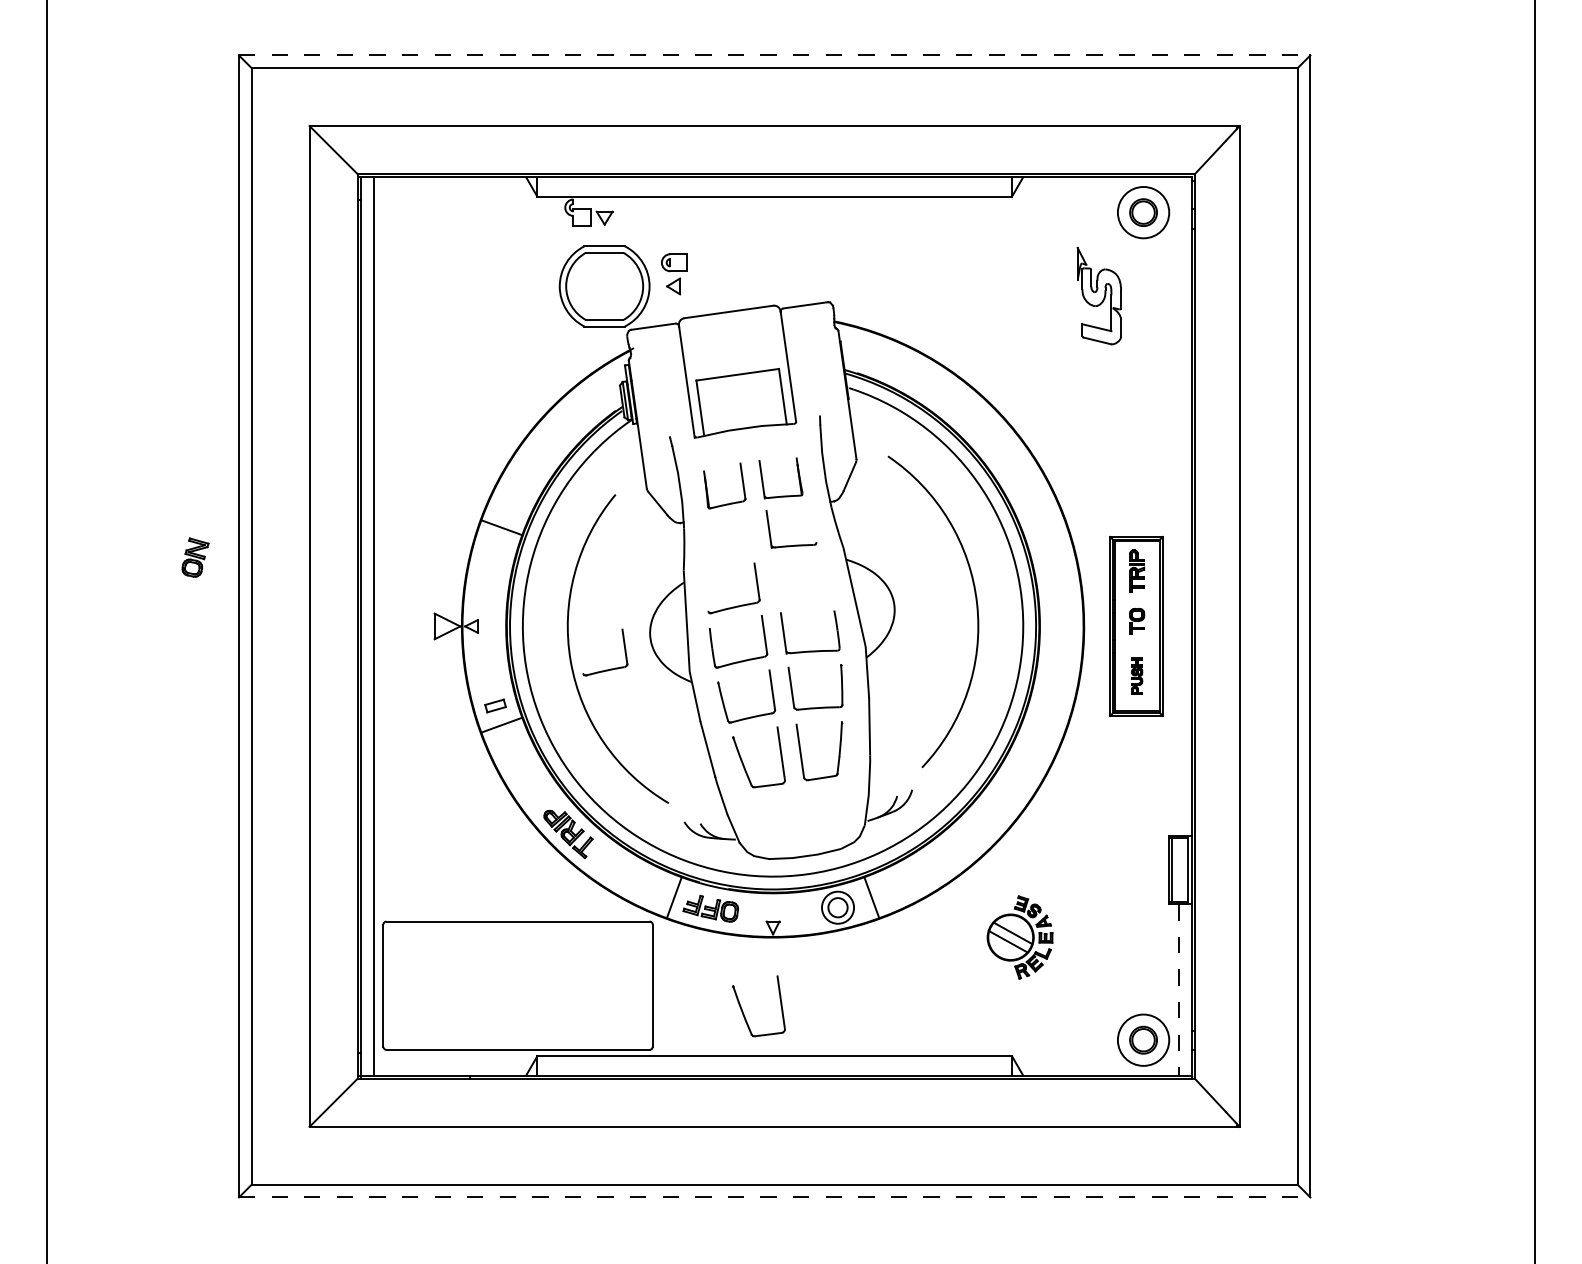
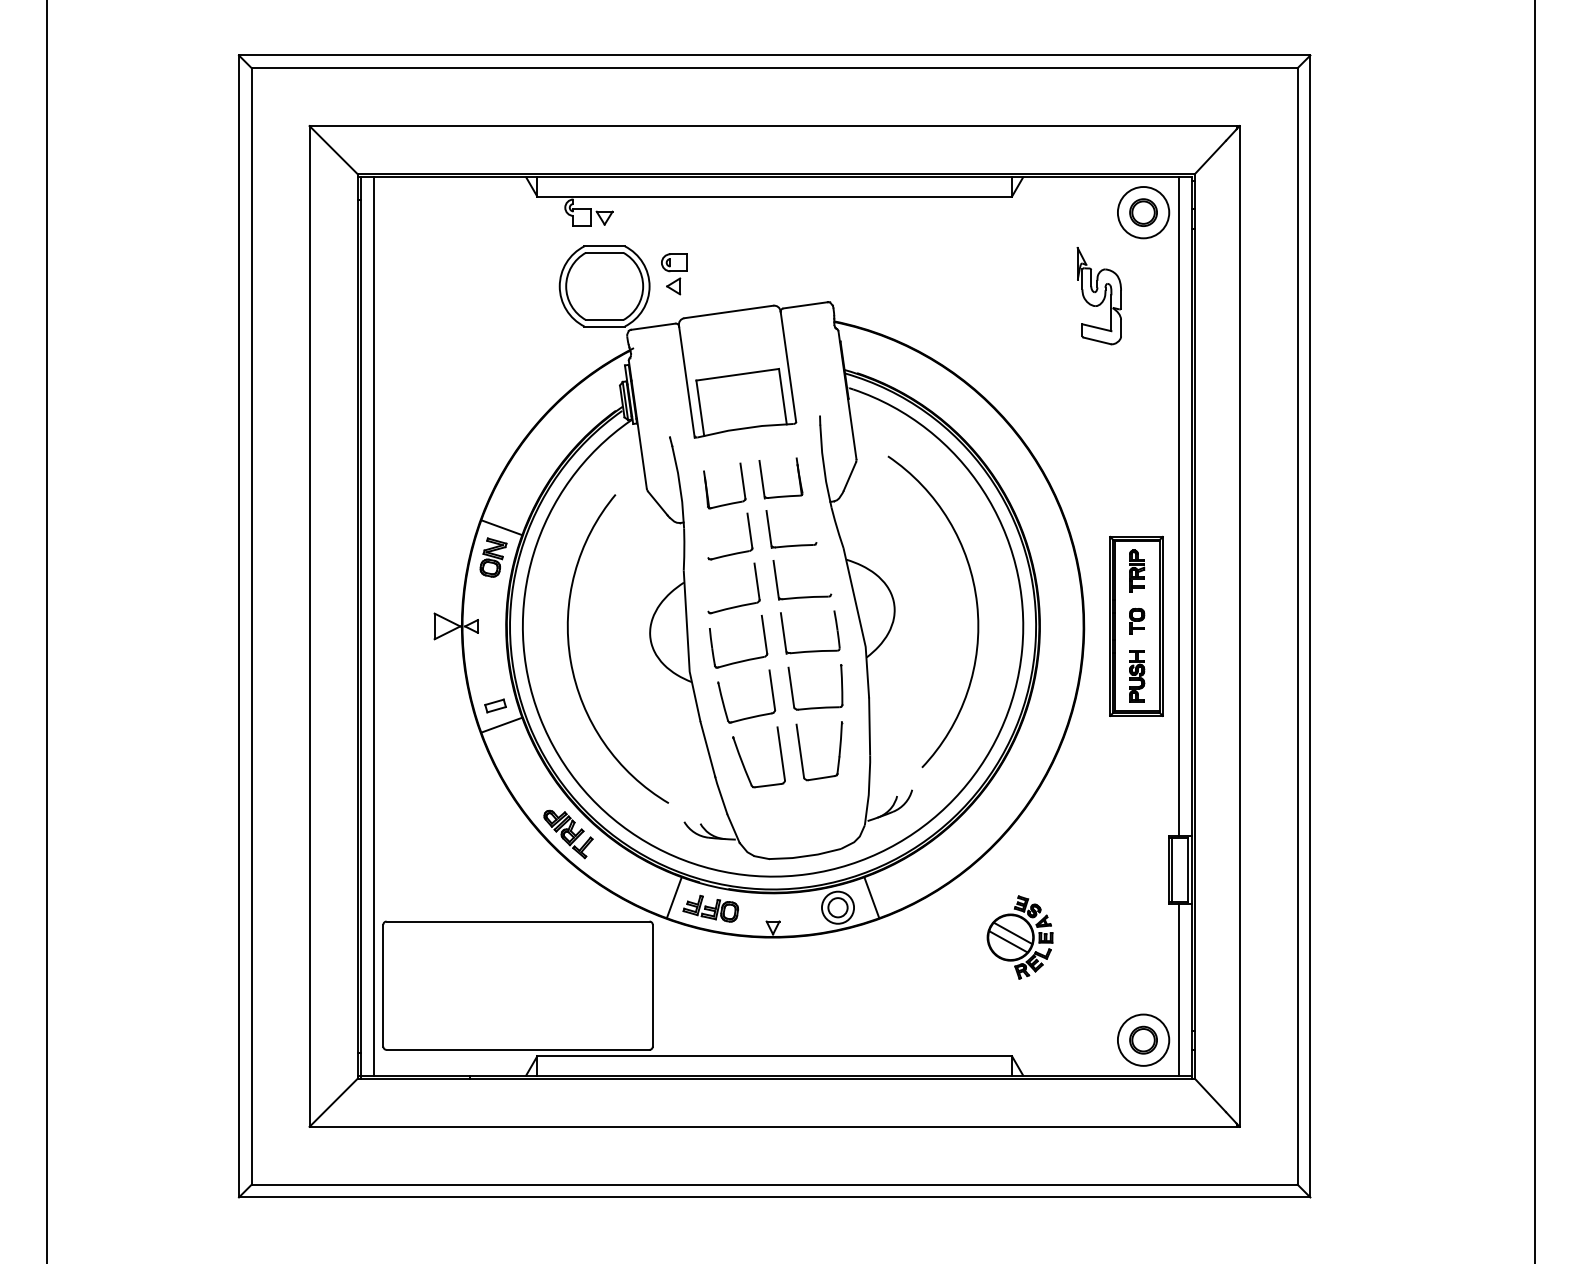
line at (774, 55): dashed -> solid
line at (1178, 506): none -> present
part at (195, 557) position: (195, 557) -> (493, 557)
part at (802, 596): none -> present
part at (610, 668) position: (610, 668) -> (735, 552)
part at (1137, 675) size: 13x38 px -> 17x53 px
line at (1178, 989): dashed -> solid
part at (744, 1013): present -> none
line at (774, 1197): dashed -> solid
